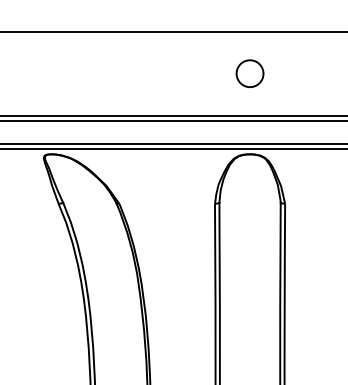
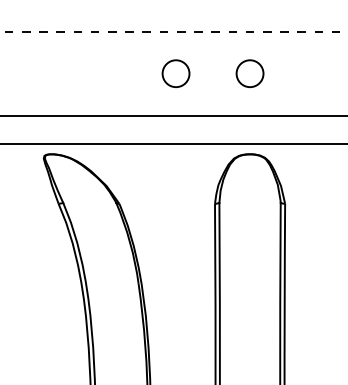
line at (173, 31): solid -> dashed
circle at (175, 73): none -> present
line at (173, 120): present -> none
line at (173, 148): present -> none
